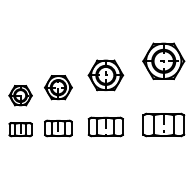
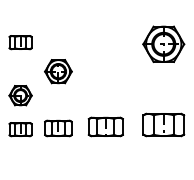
part at (20, 42): none -> present
part at (163, 60) position: (163, 60) -> (163, 43)
part at (105, 75): present -> none
part at (58, 87) position: (58, 87) -> (58, 71)
